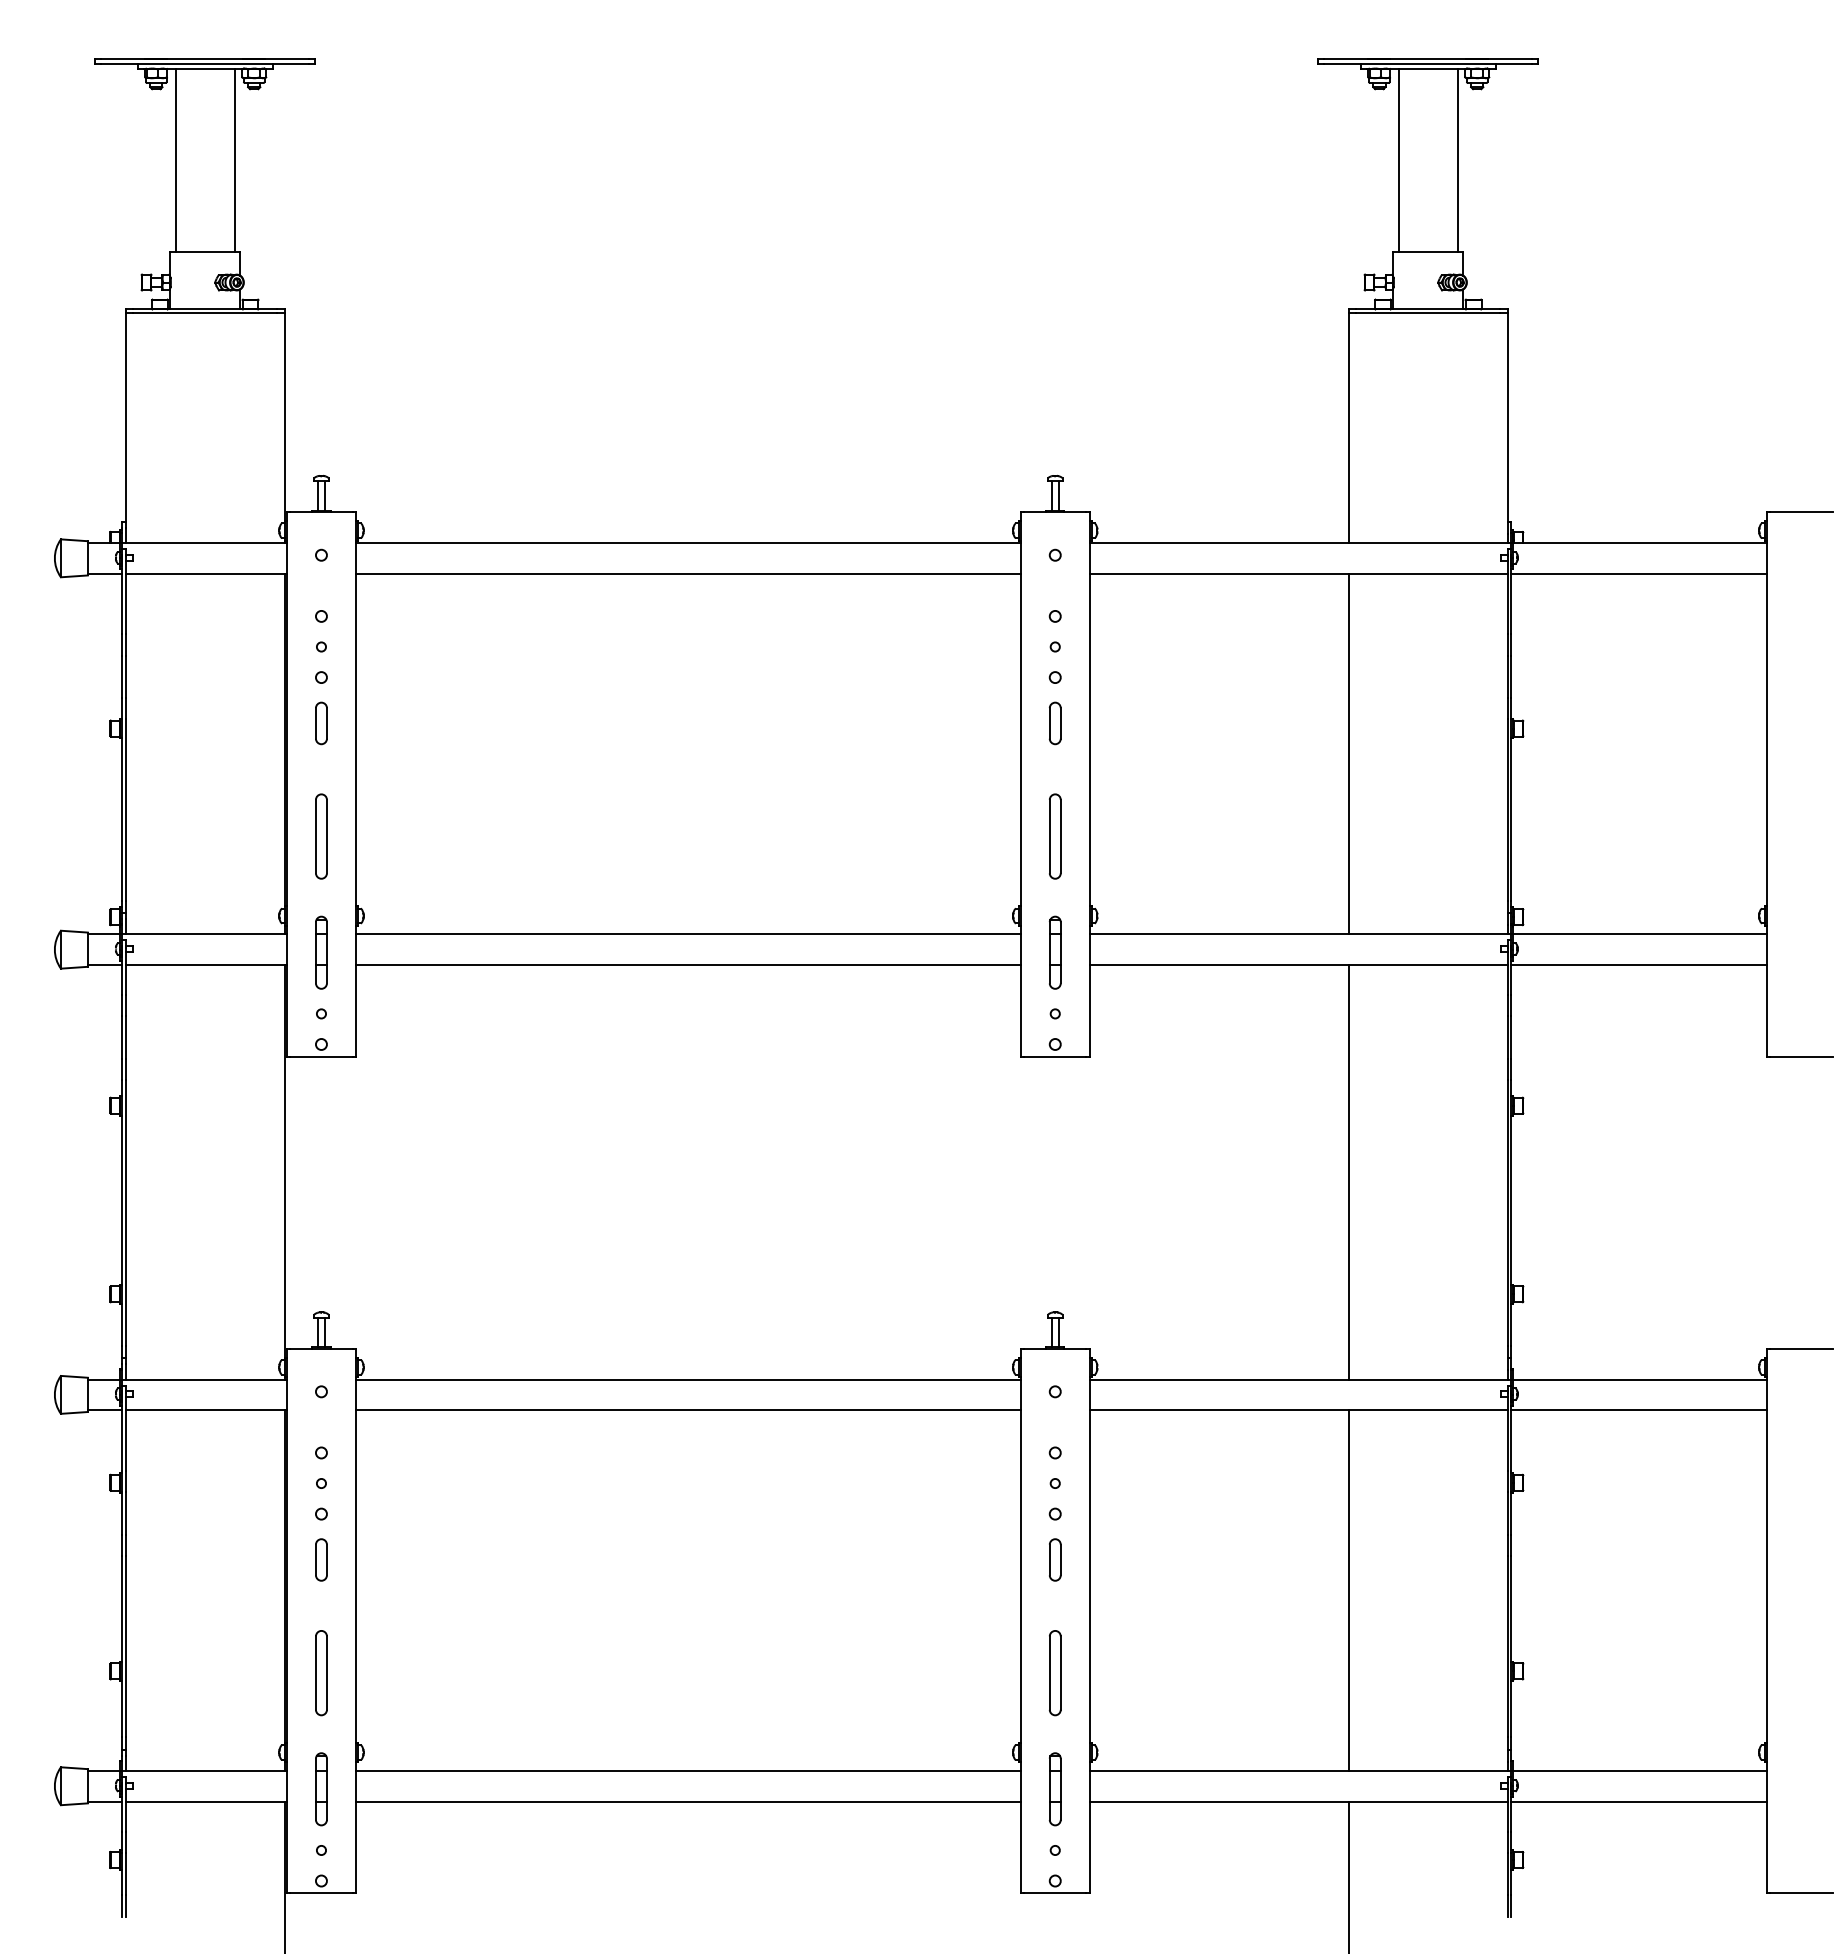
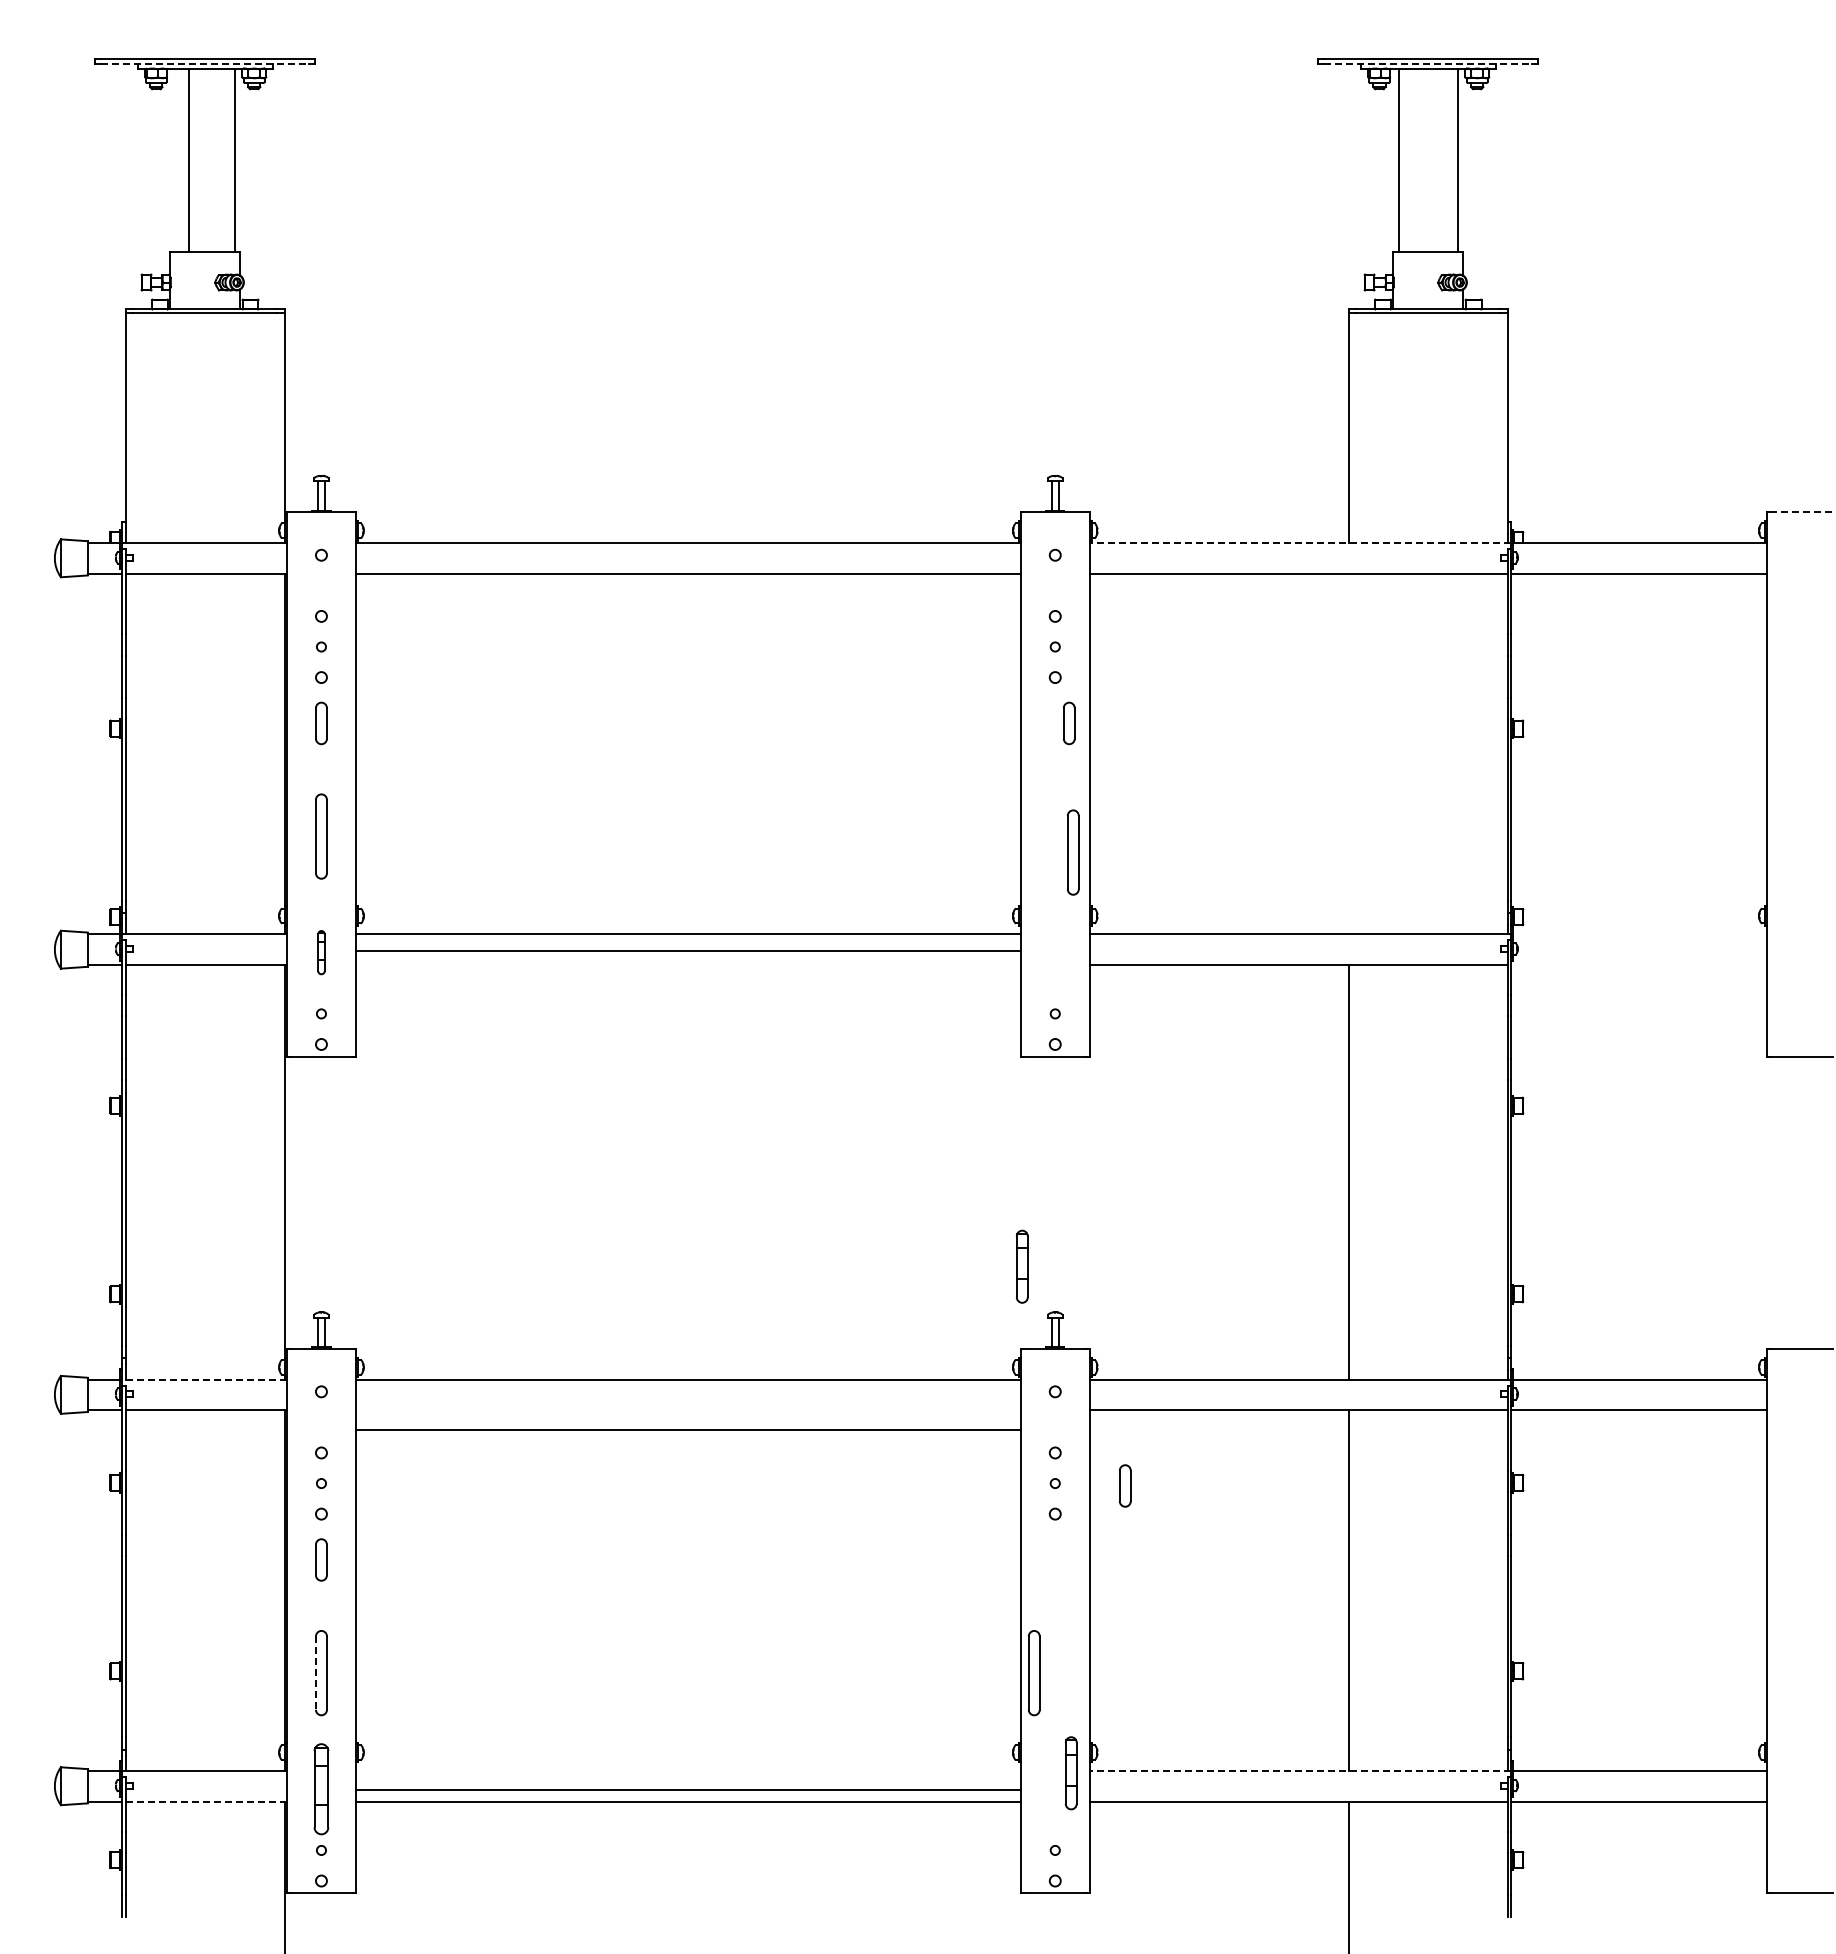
line at (205, 63): solid -> dashed
line at (1428, 63): solid -> dashed
line at (175, 159) position: (175, 159) -> (188, 159)
line at (1801, 512): solid -> dashed
line at (1300, 543): solid -> dashed
part at (1054, 723) position: (1054, 723) -> (1068, 723)
line at (1348, 753): present -> none
part at (1055, 836) position: (1055, 836) -> (1073, 852)
line at (1640, 934): present -> none
part at (321, 952) size: 13x75 px -> 9x46 px
part at (1054, 952) position: (1054, 952) -> (1021, 1266)
line at (688, 964) position: (688, 964) -> (688, 950)
line at (1639, 964): present -> none
line at (204, 1379): solid -> dashed
line at (688, 1410) position: (688, 1410) -> (688, 1430)
part at (1055, 1559) position: (1055, 1559) -> (1125, 1485)
line at (315, 1673): solid -> dashed
part at (1054, 1673) position: (1054, 1673) -> (1033, 1673)
line at (688, 1770) position: (688, 1770) -> (688, 1789)
line at (1300, 1770): solid -> dashed
part at (321, 1789) size: 13x75 px -> 17x93 px
part at (1054, 1789) position: (1054, 1789) -> (1070, 1773)
line at (206, 1801): solid -> dashed
